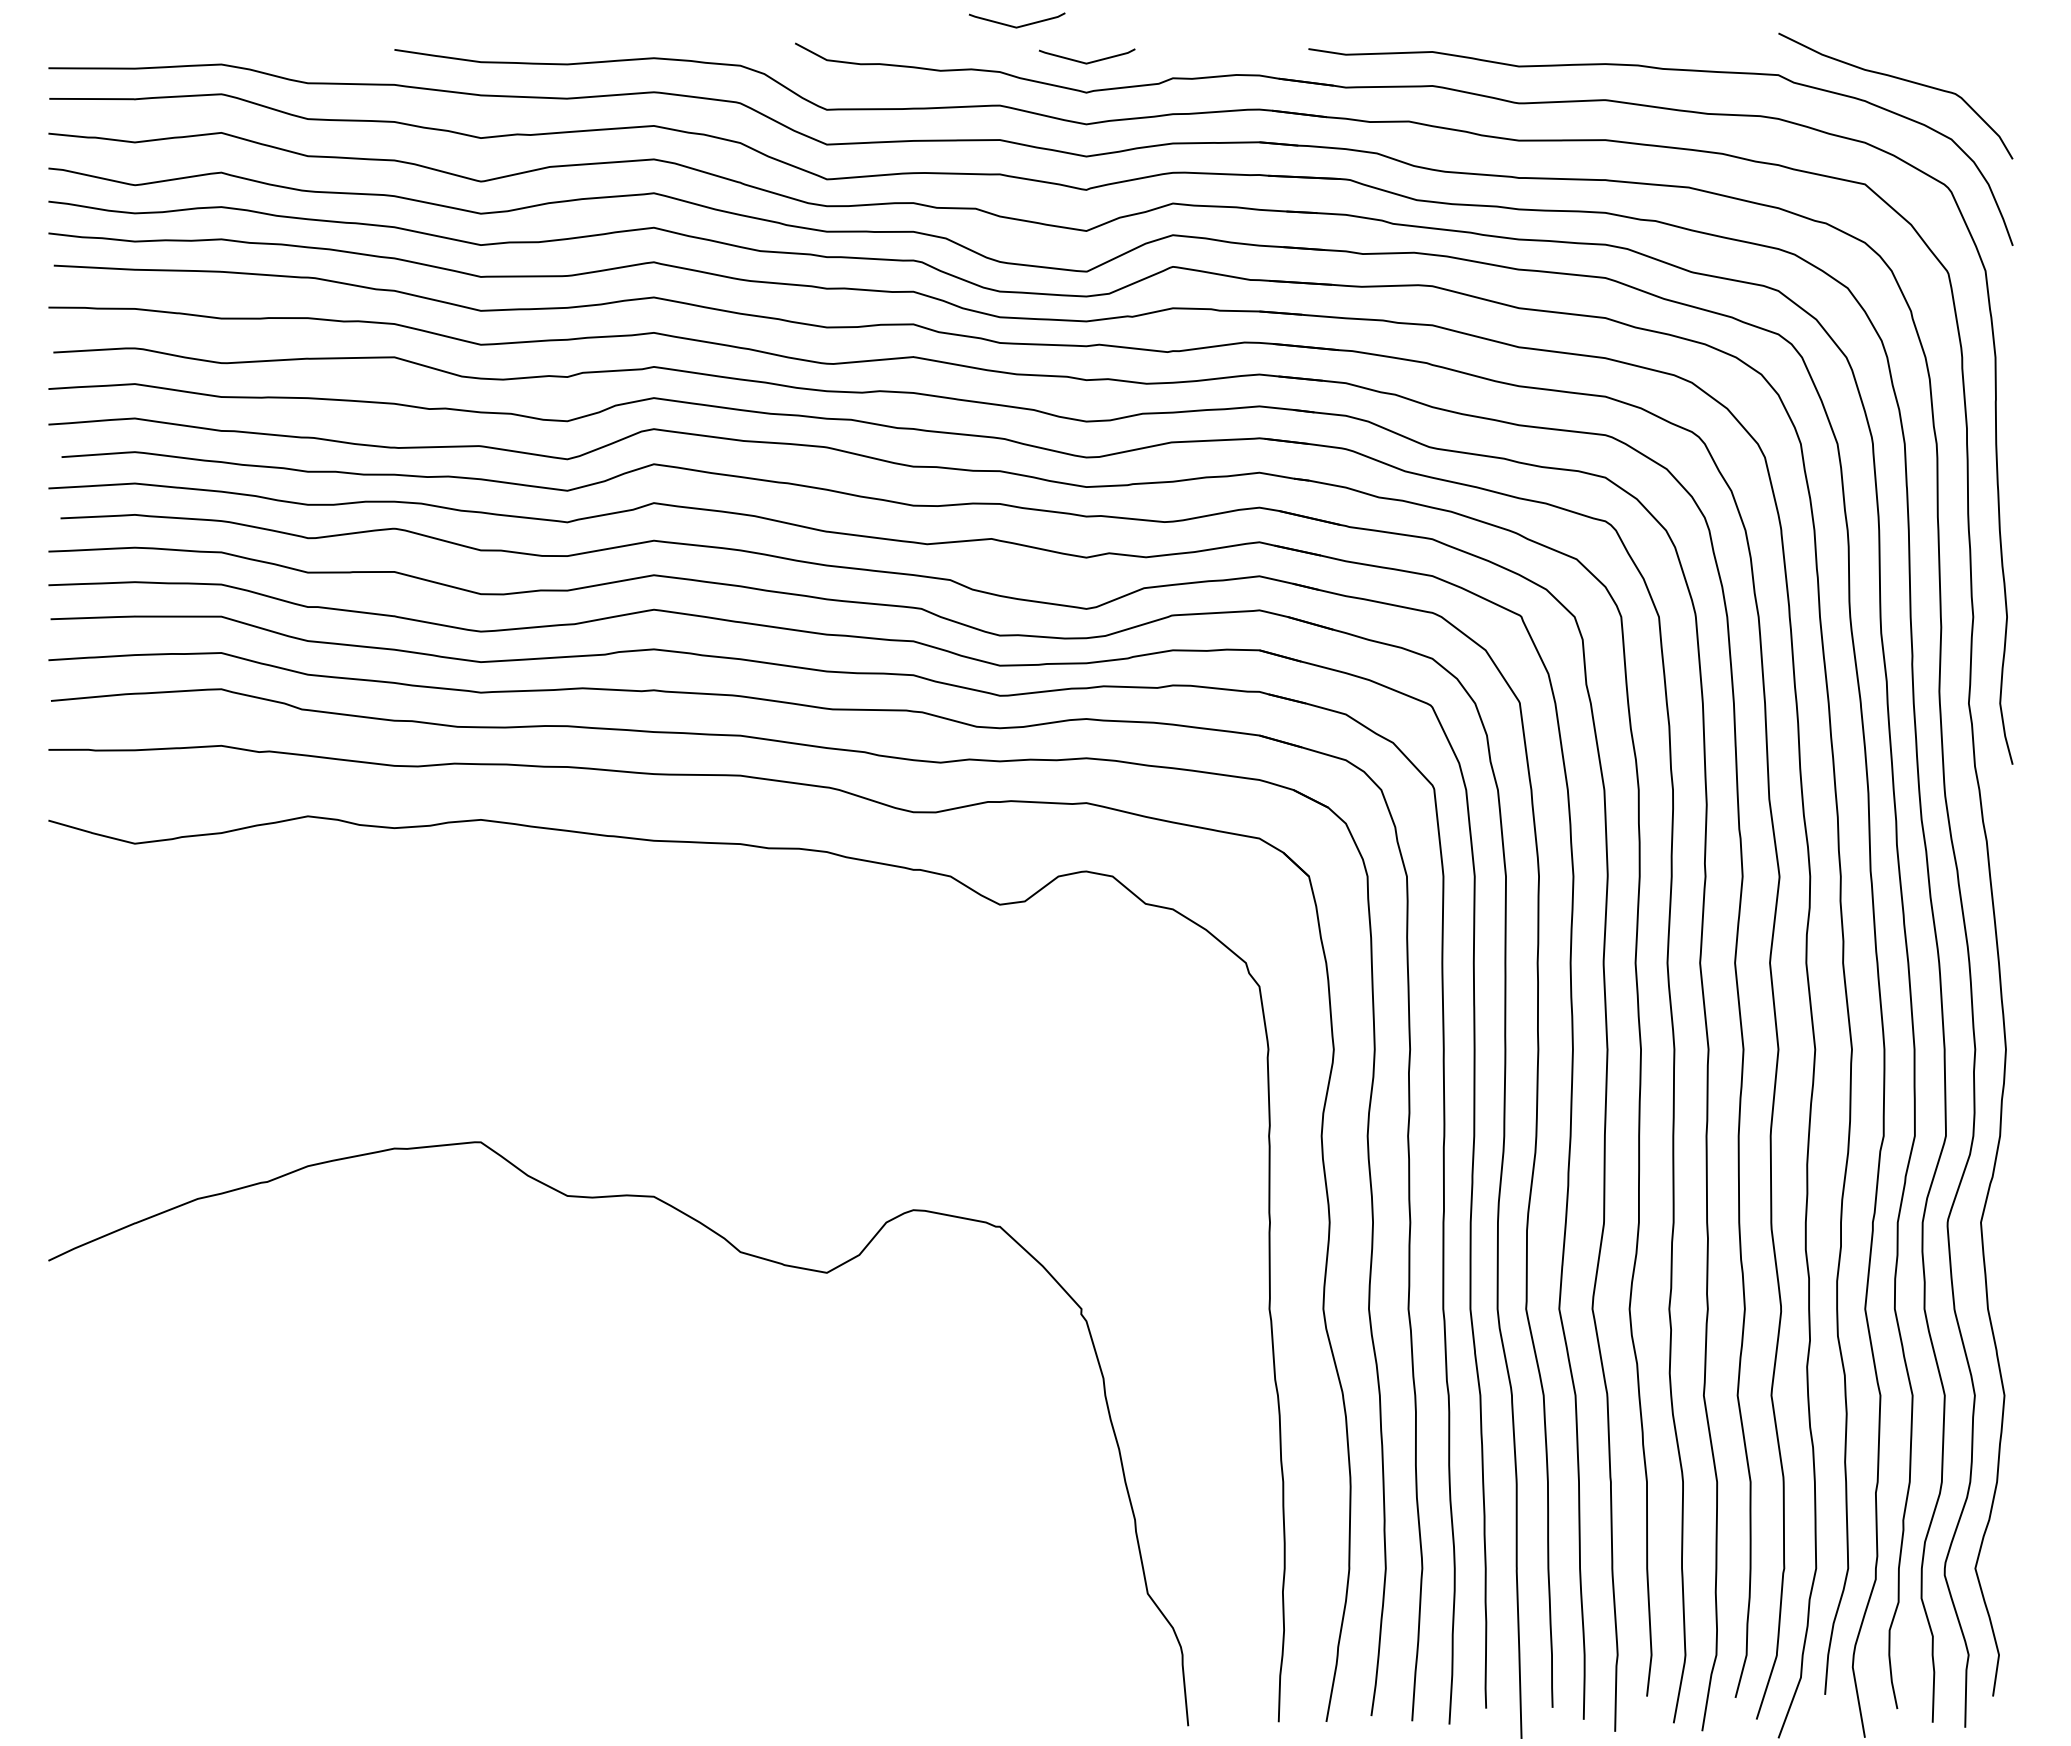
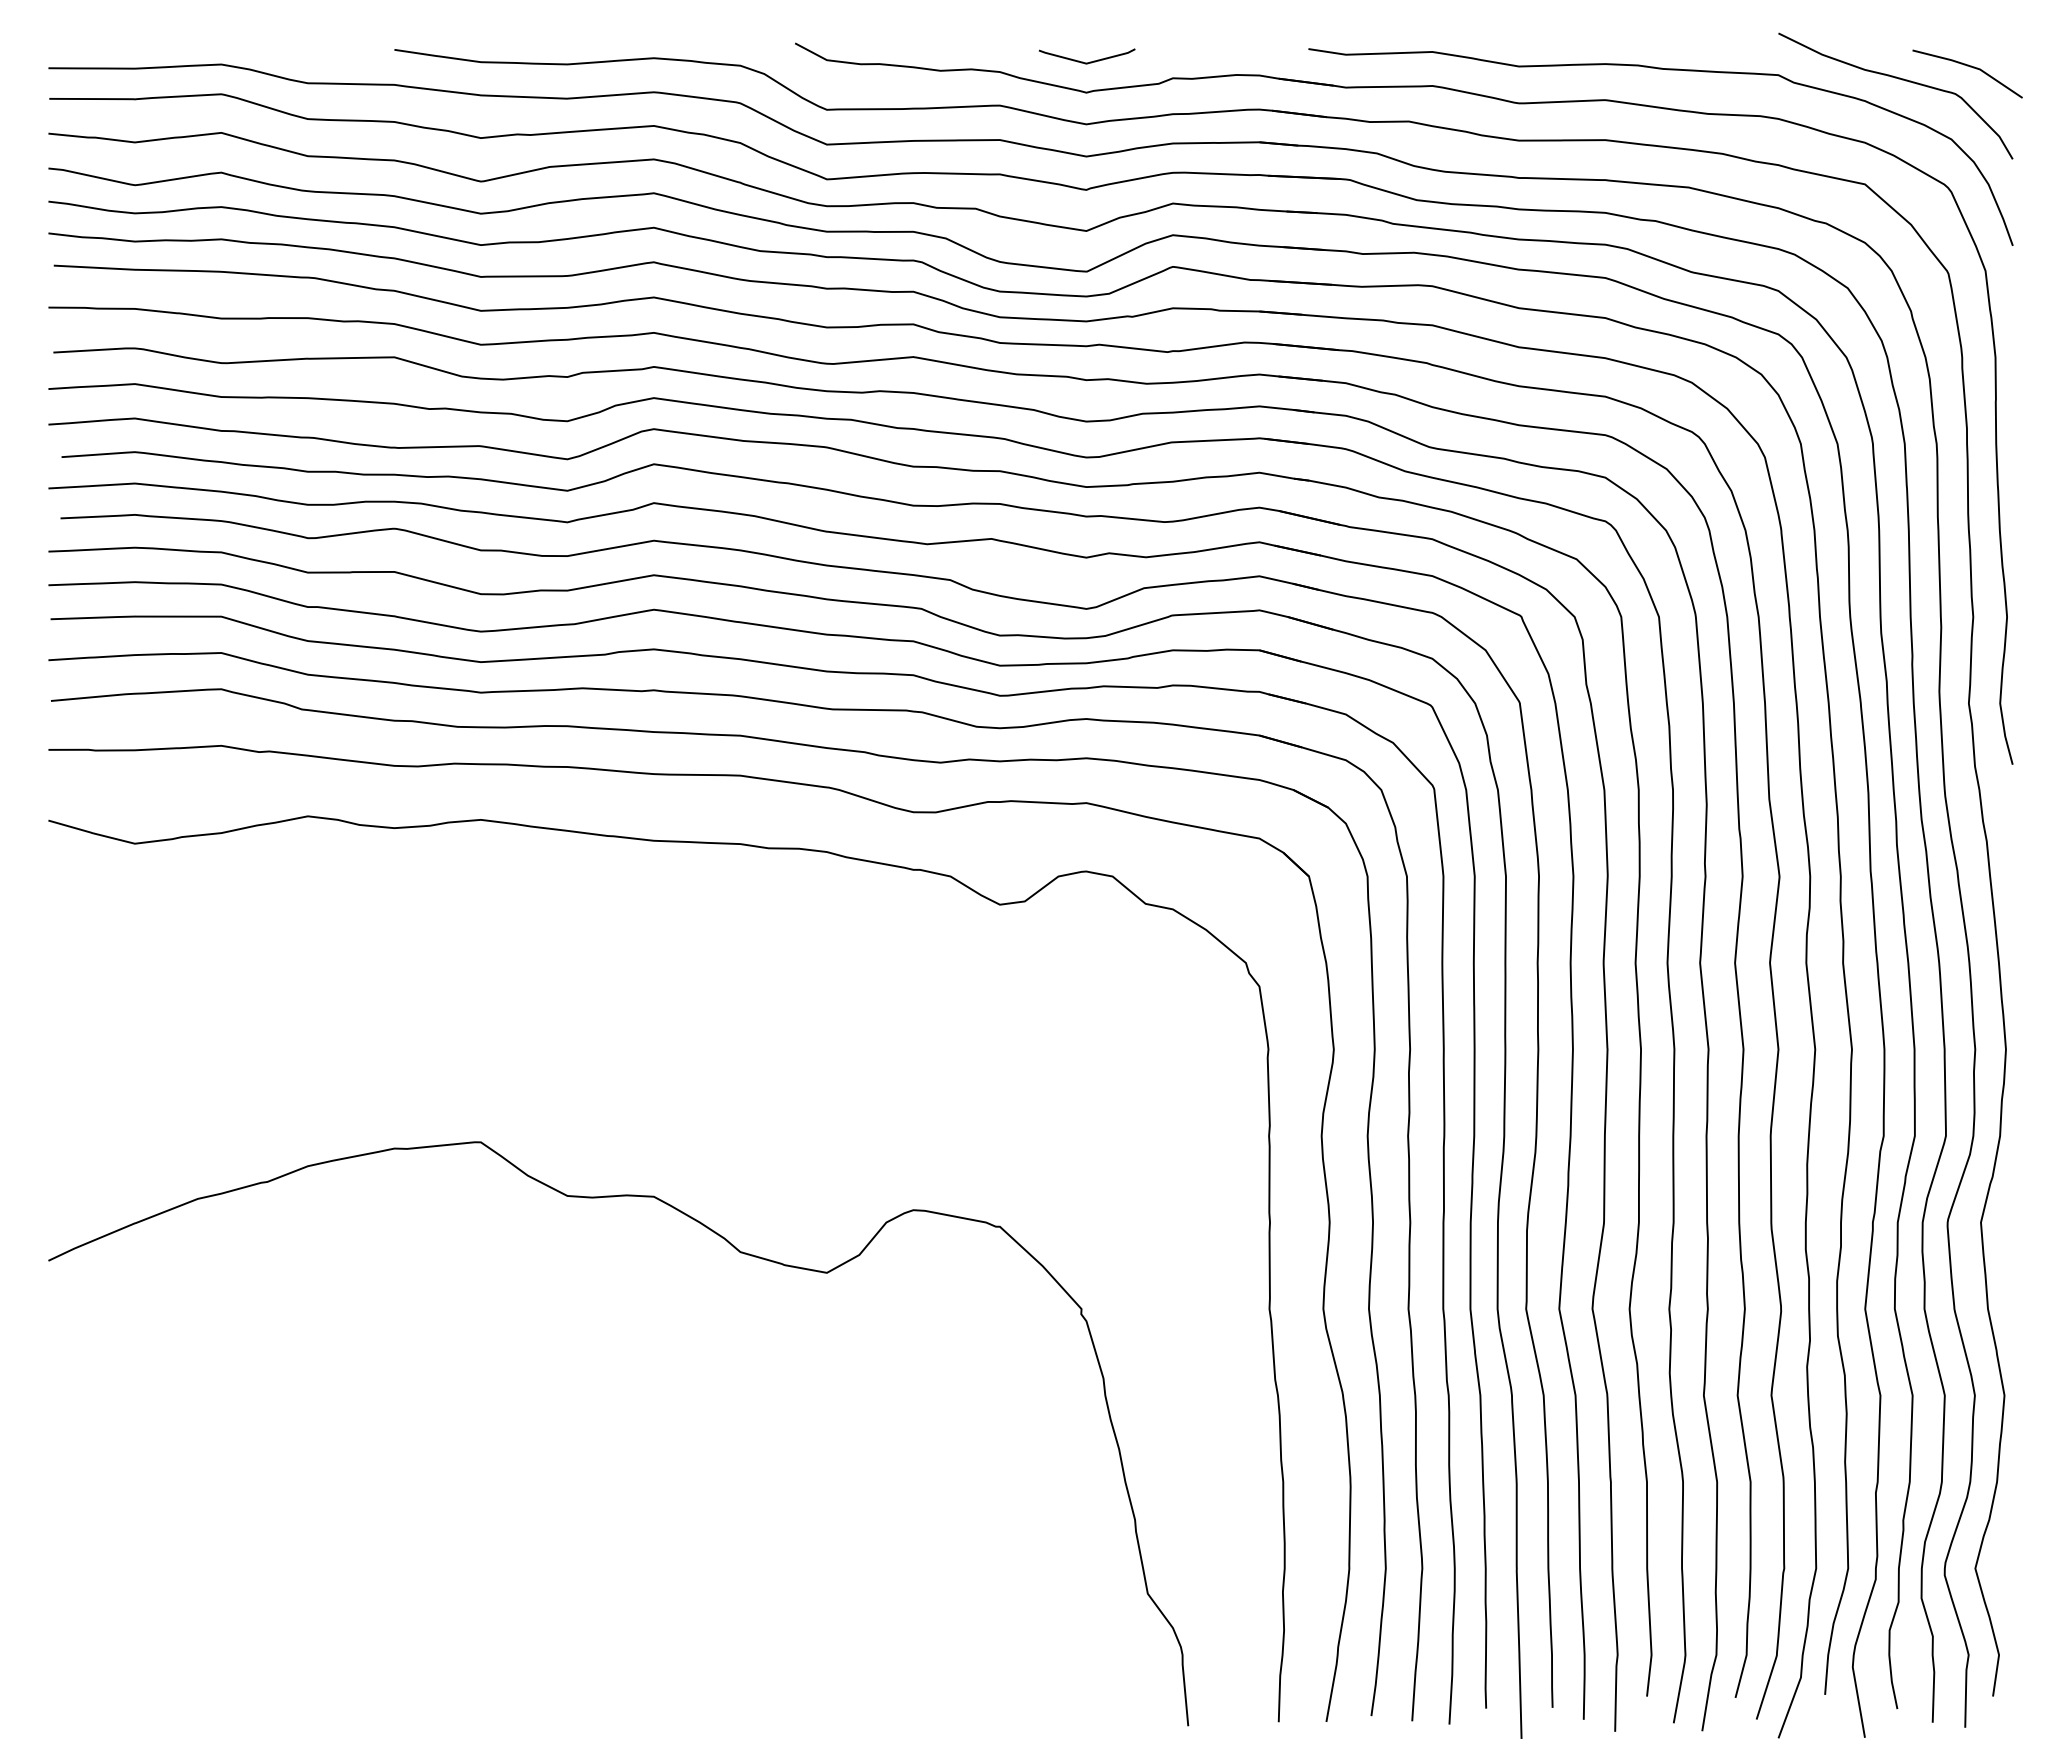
line at (1013, 25): present -> none
line at (1970, 67): none -> present
